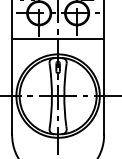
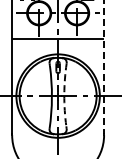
line at (104, 67): solid -> dashed
arc at (64, 94): solid -> dashed
